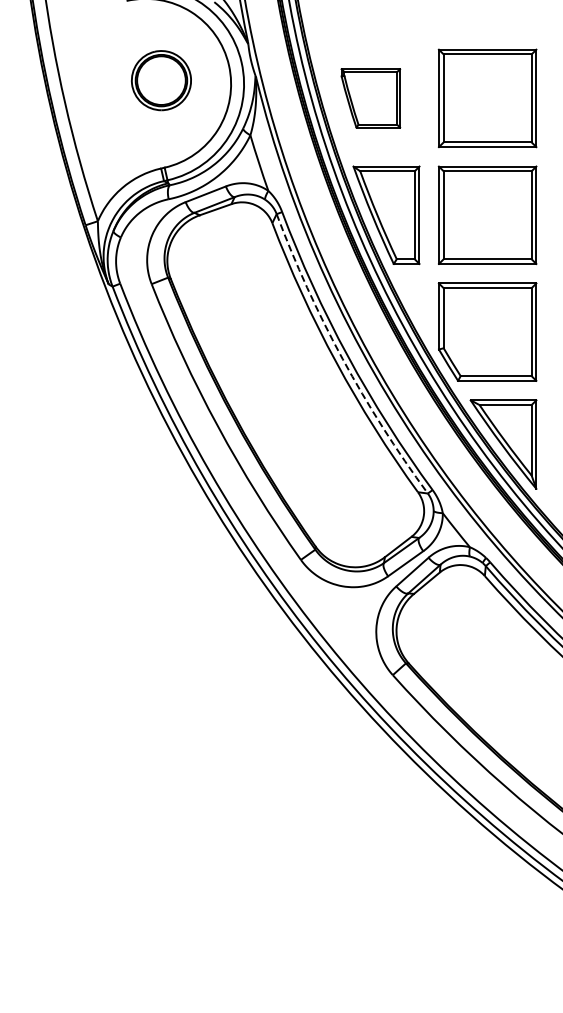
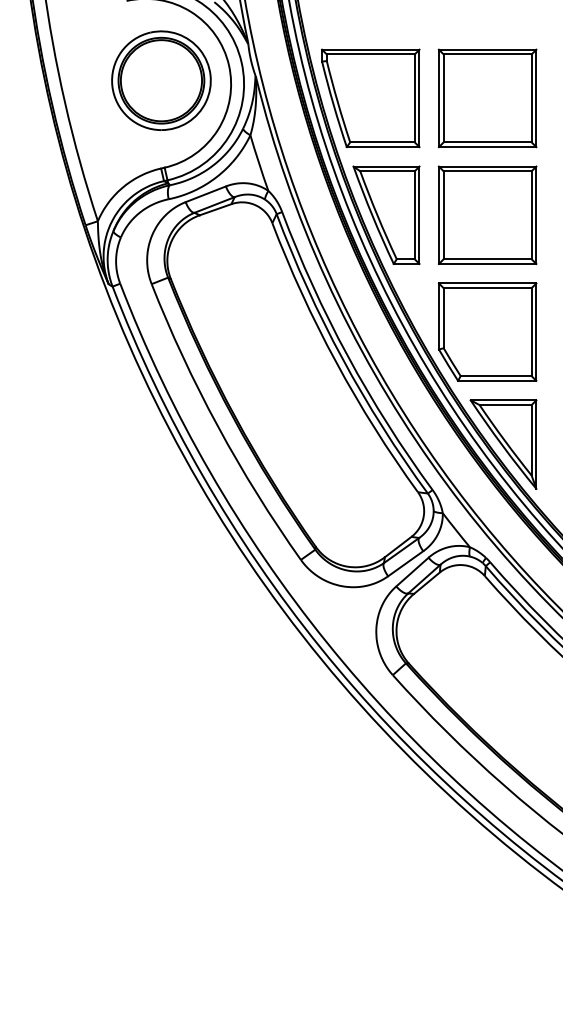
part at (161, 80) size: 61x62 px -> 101x101 px
part at (370, 98) size: 62x61 px -> 100x101 px
arc at (342, 359): dashed -> solid
